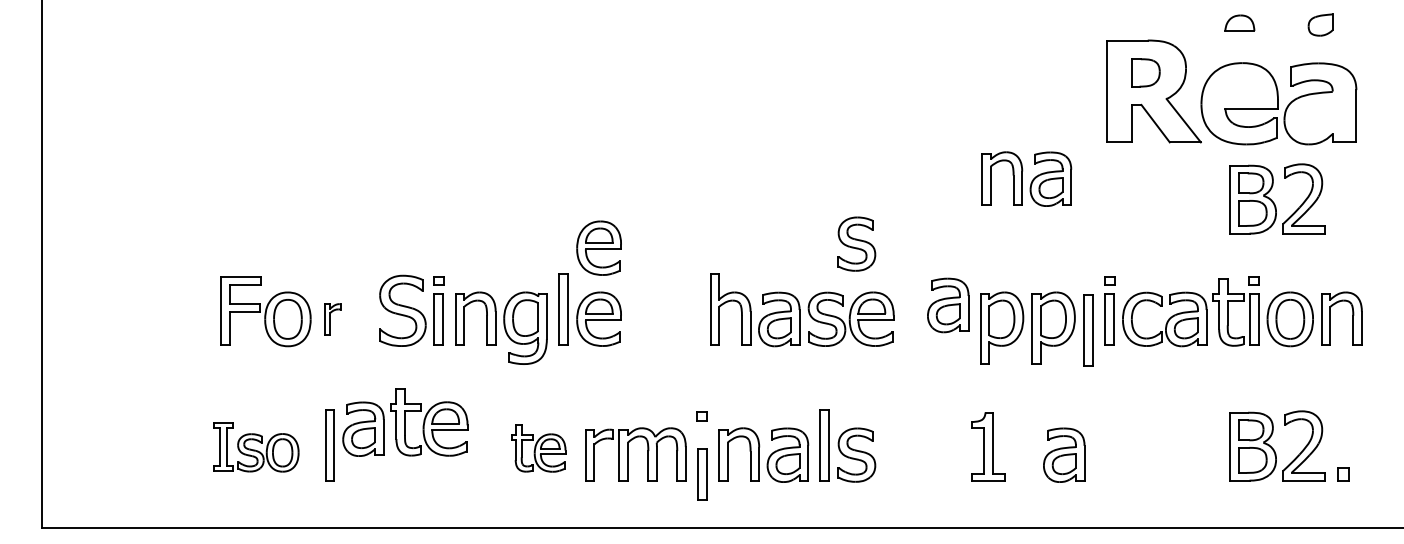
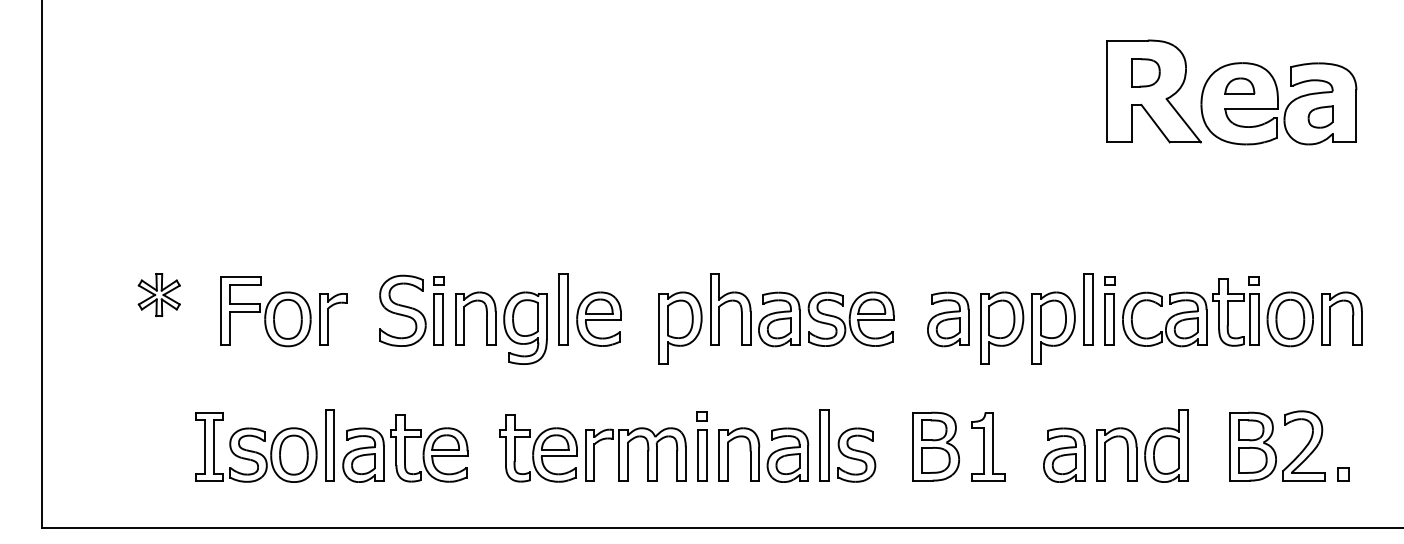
part at (1239, 22) position: (1239, 22) -> (1239, 85)
part at (1320, 24) position: (1320, 24) -> (1320, 116)
part at (1026, 178): present -> none
part at (1277, 198): present -> none
part at (856, 243): present -> none
part at (598, 247): present -> none
part at (158, 294): none -> present
part at (948, 305) position: (948, 305) -> (948, 319)
part at (332, 319) size: 18x33 px -> 29x53 px
part at (680, 327): none -> present
part at (1088, 330) position: (1088, 330) -> (1088, 309)
part at (405, 422) position: (405, 422) -> (405, 448)
part at (1142, 445): none -> present
part at (935, 446): none -> present
part at (256, 447) size: 87x51 px -> 123x71 px
part at (538, 448) size: 56x49 px -> 79x69 px
part at (702, 474) position: (702, 474) -> (702, 455)
